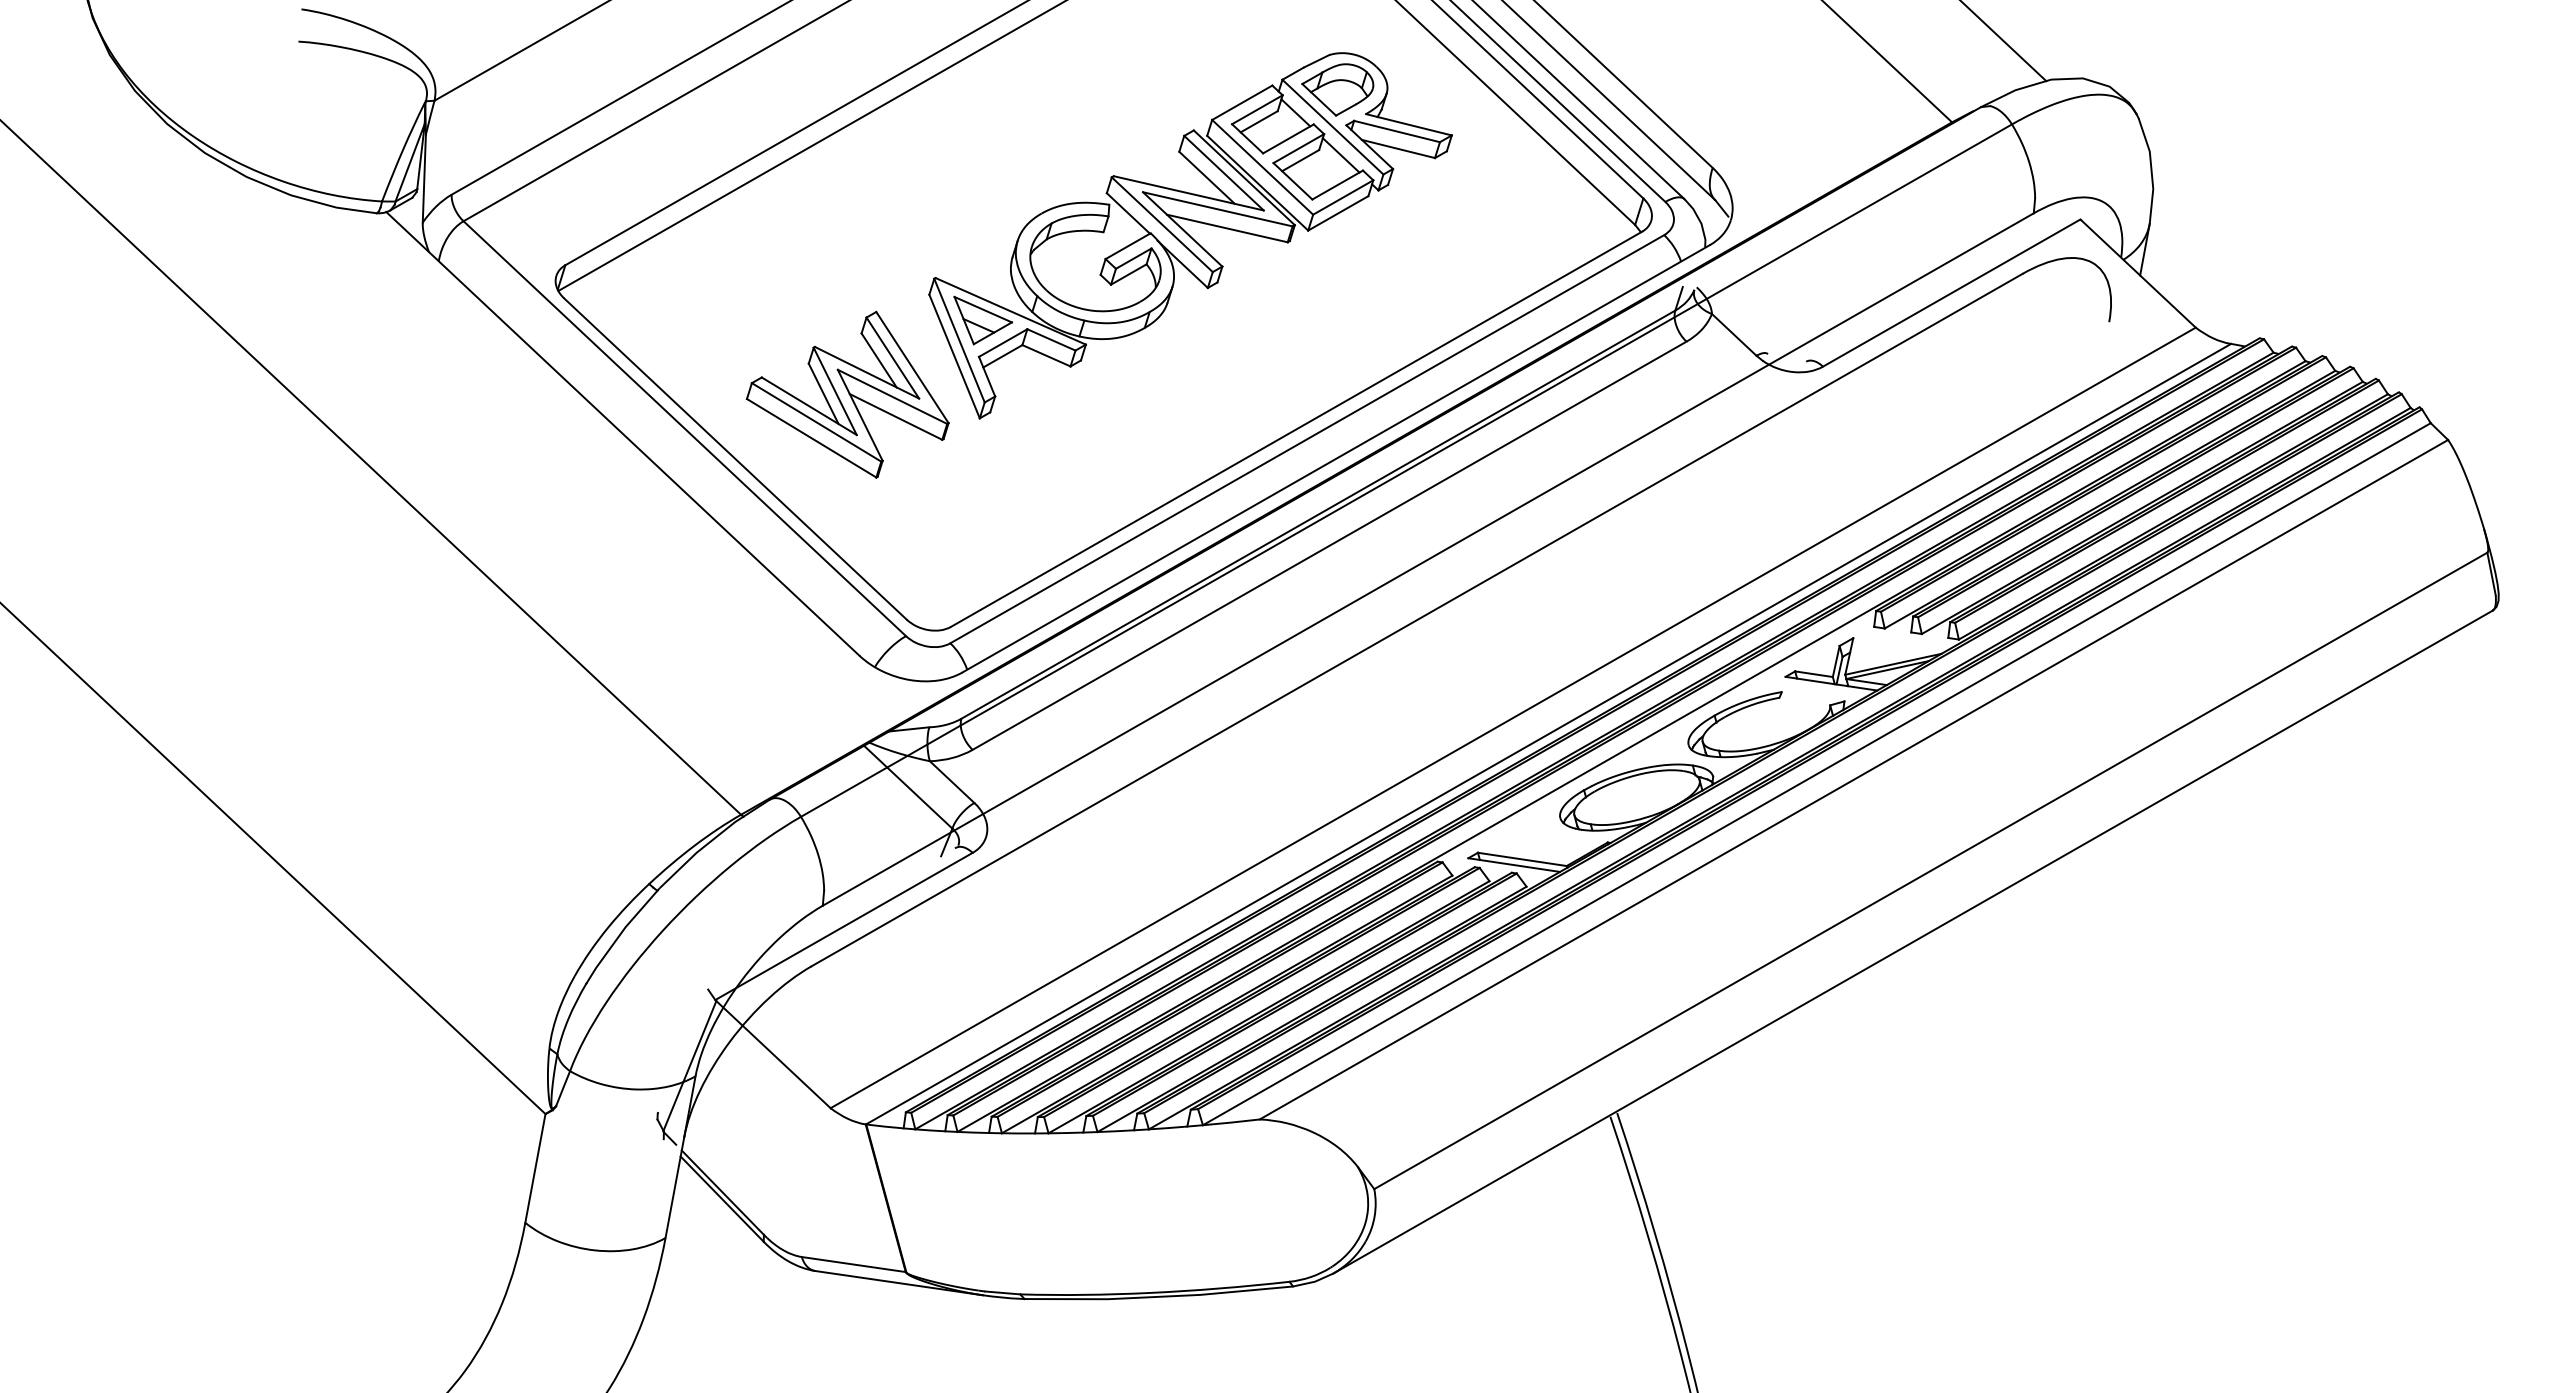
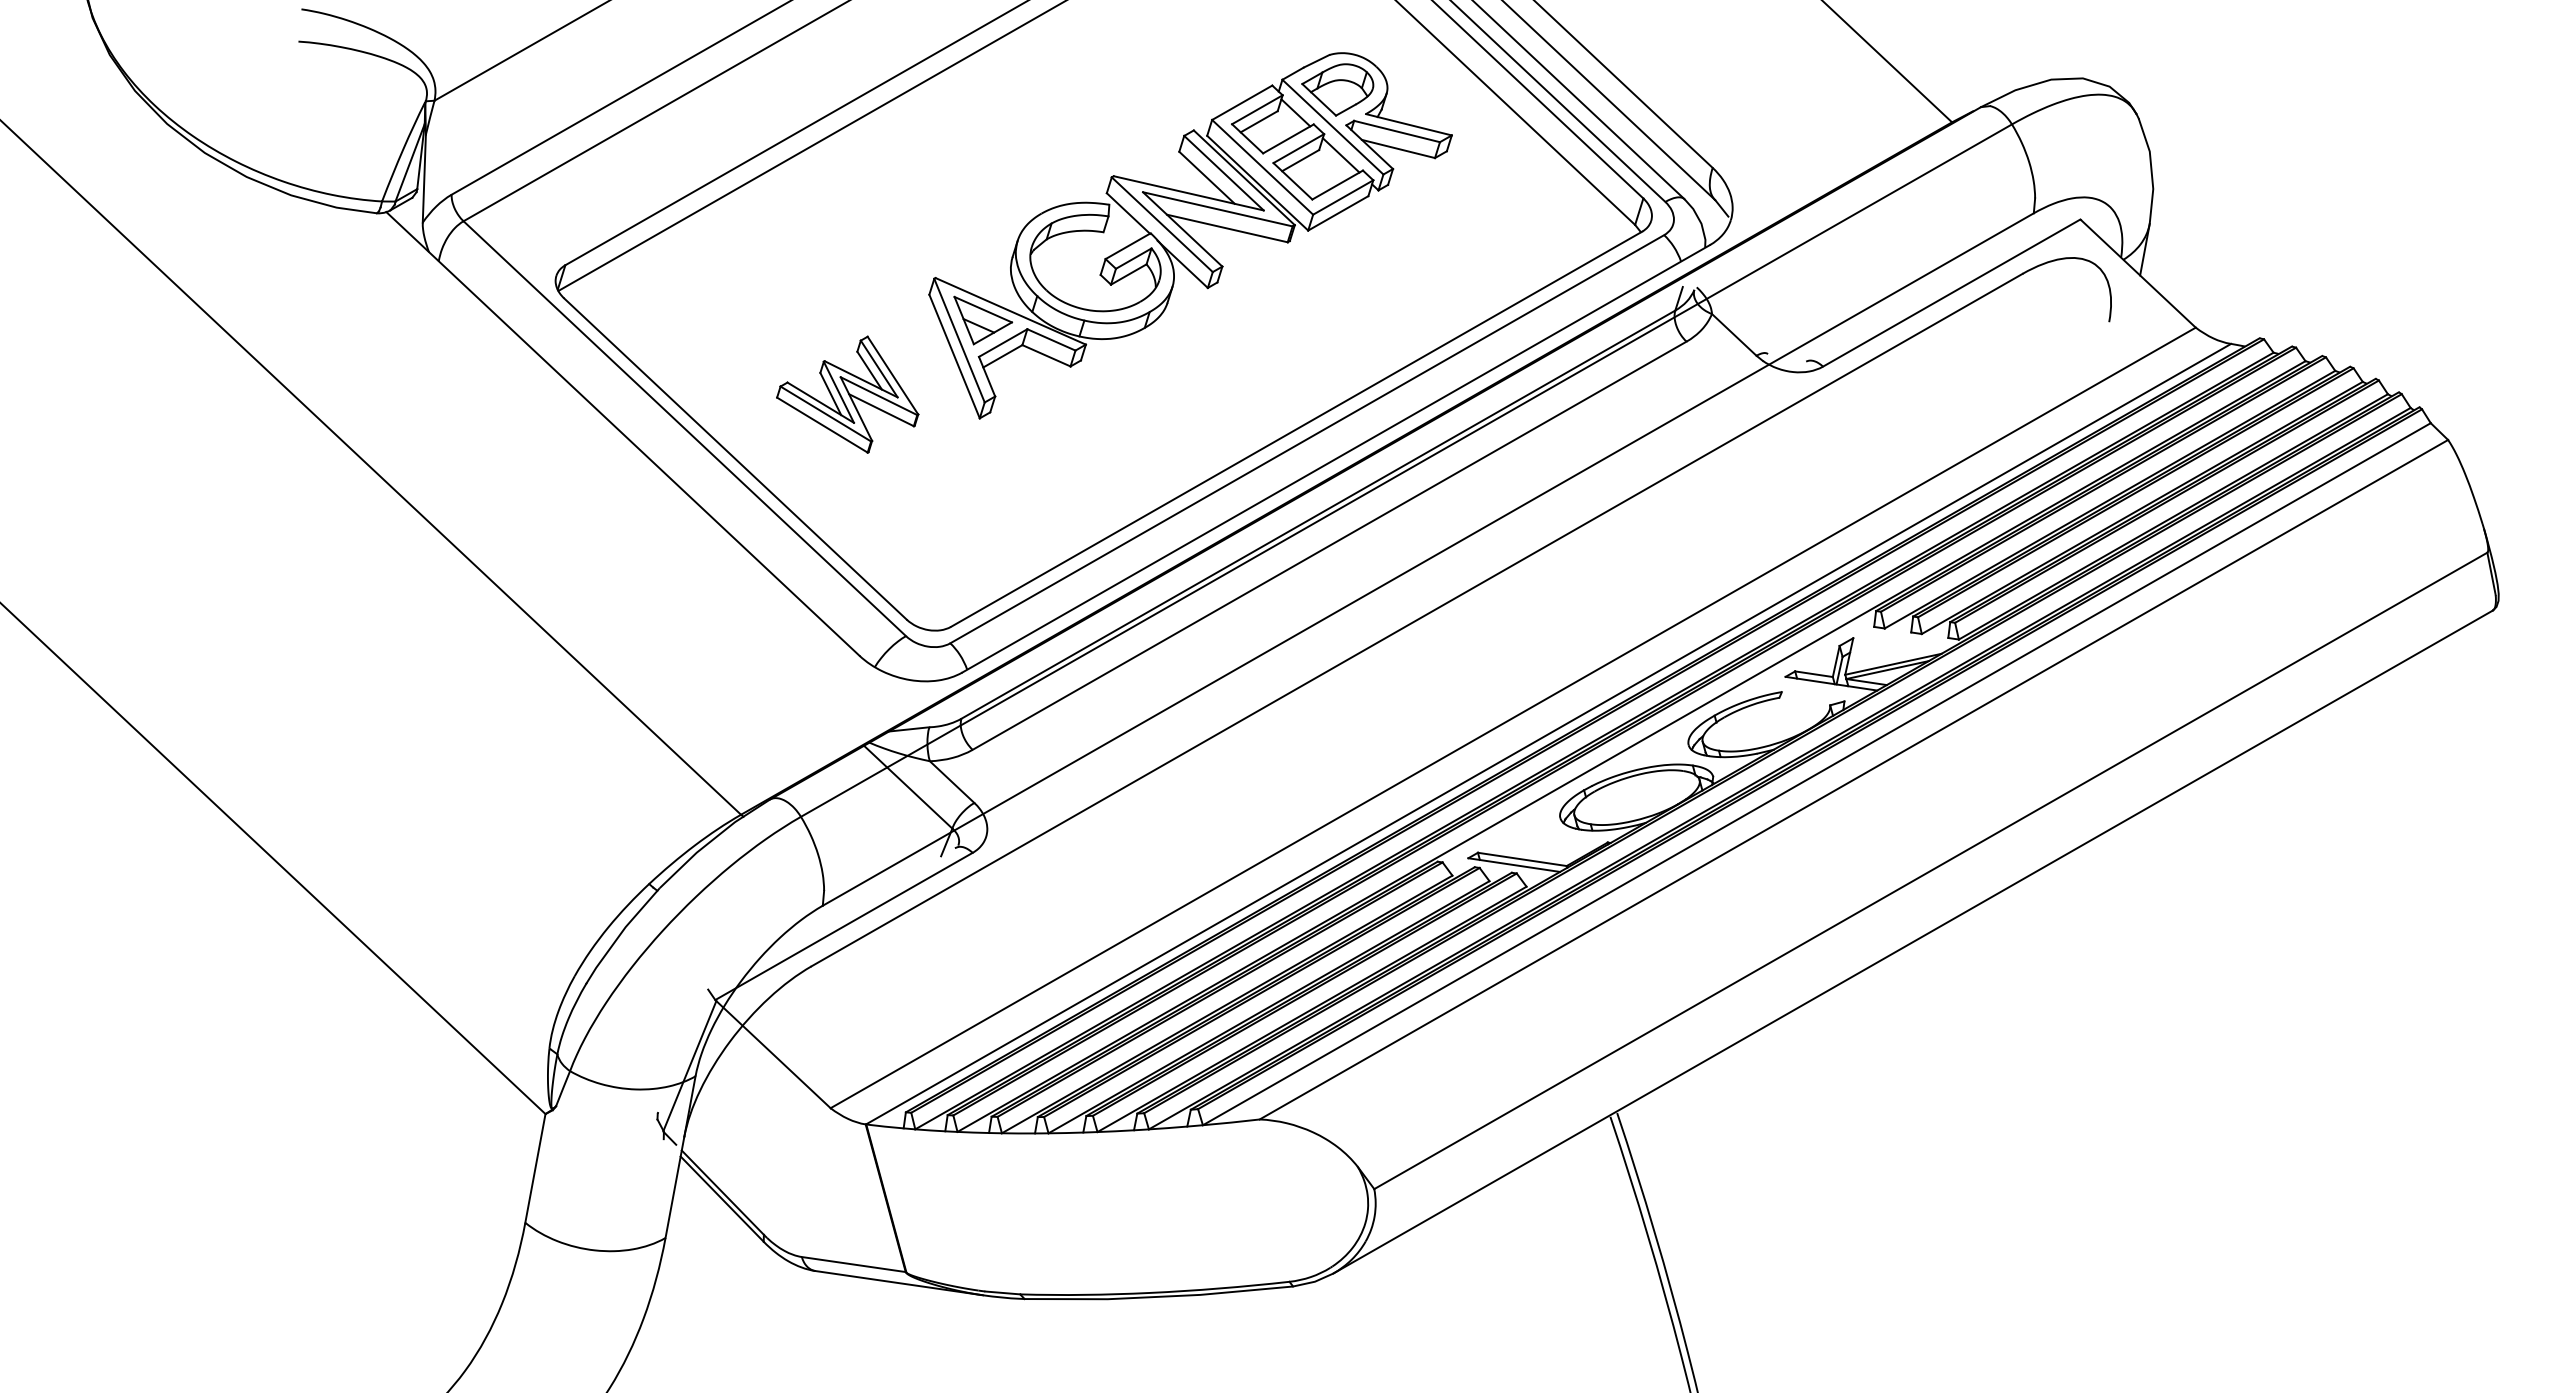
line at (2004, 41): present -> none
part at (847, 394) size: 205x169 px -> 144x119 px
